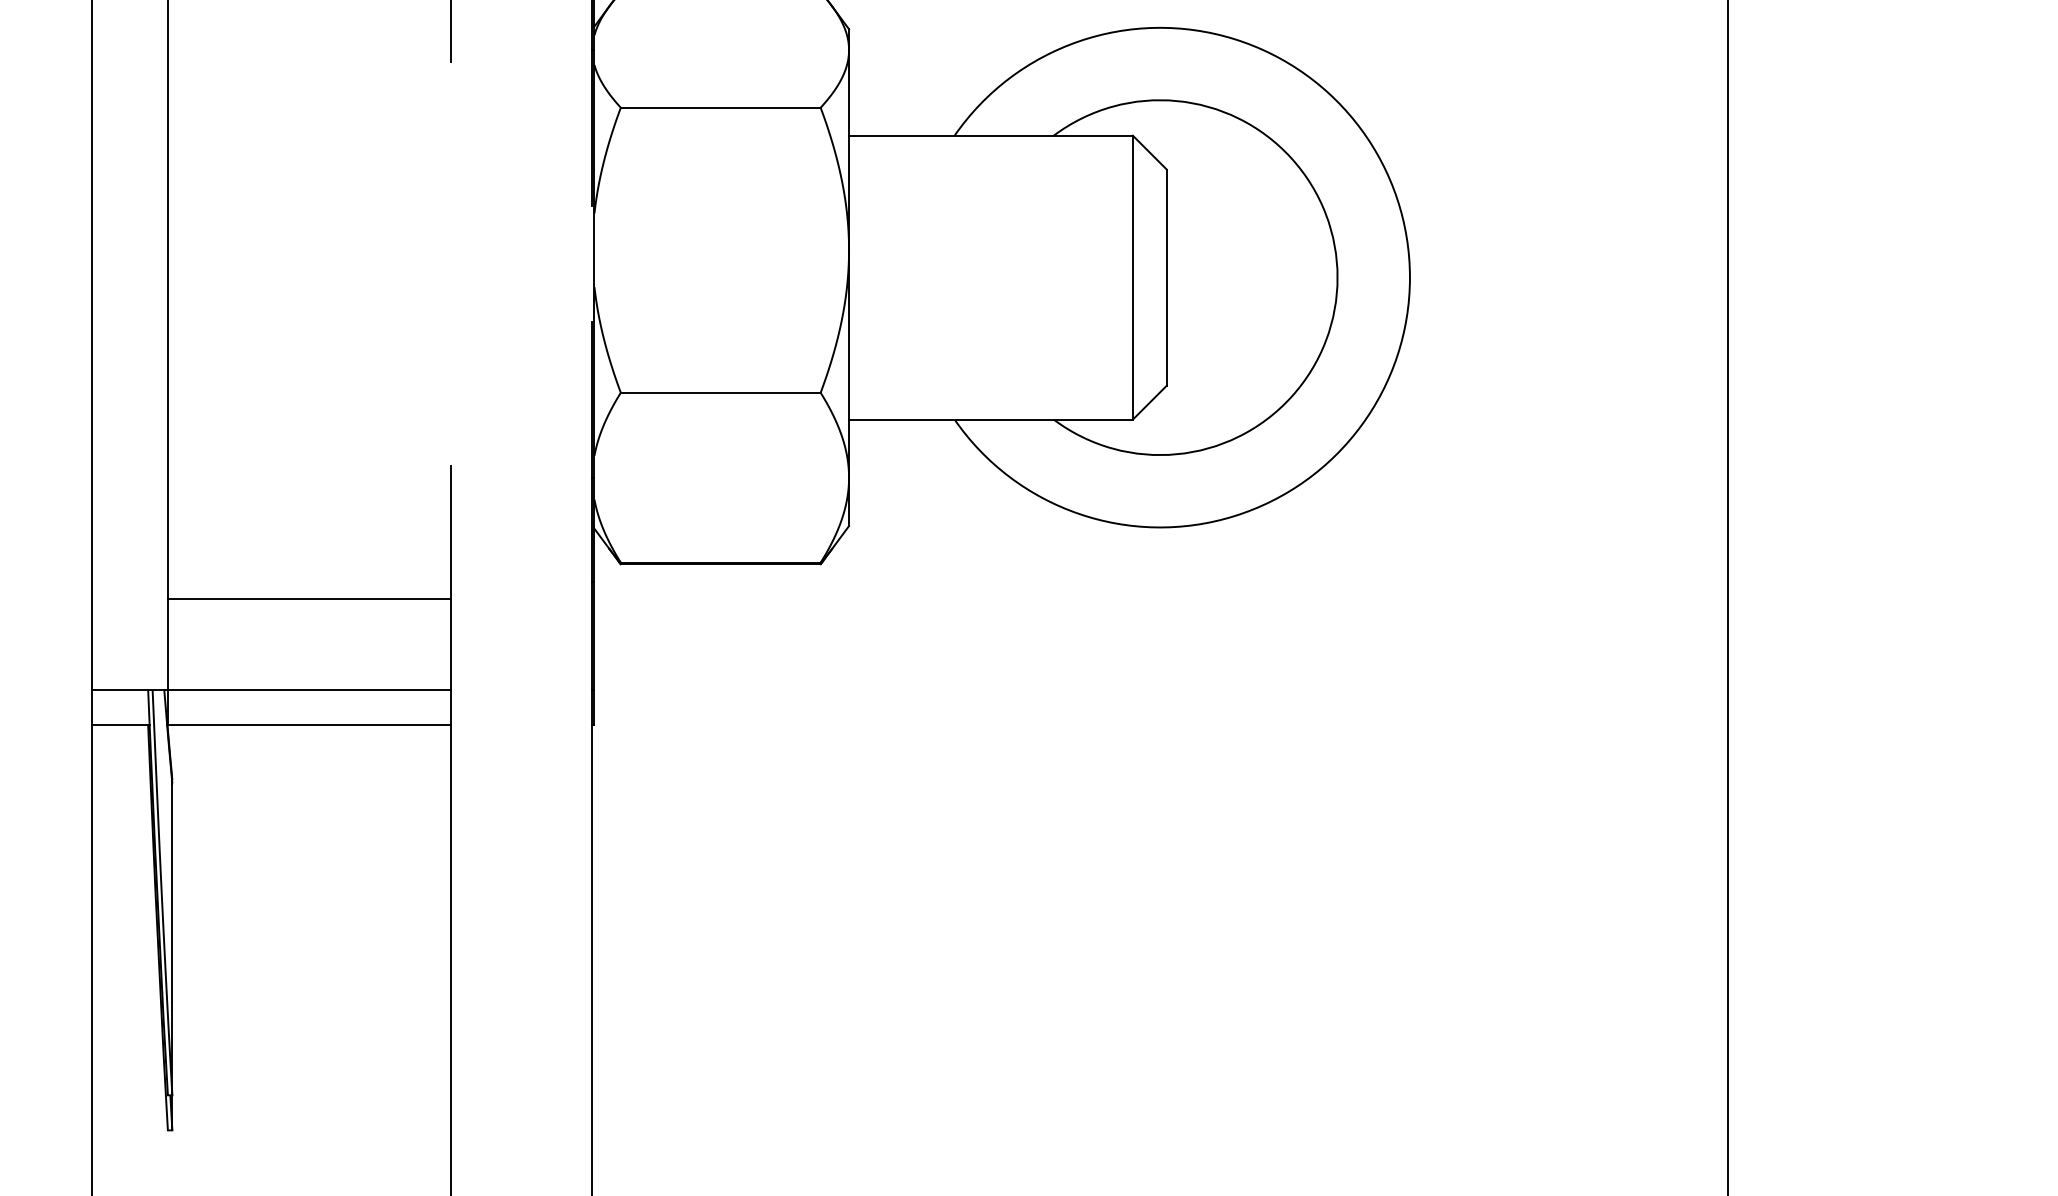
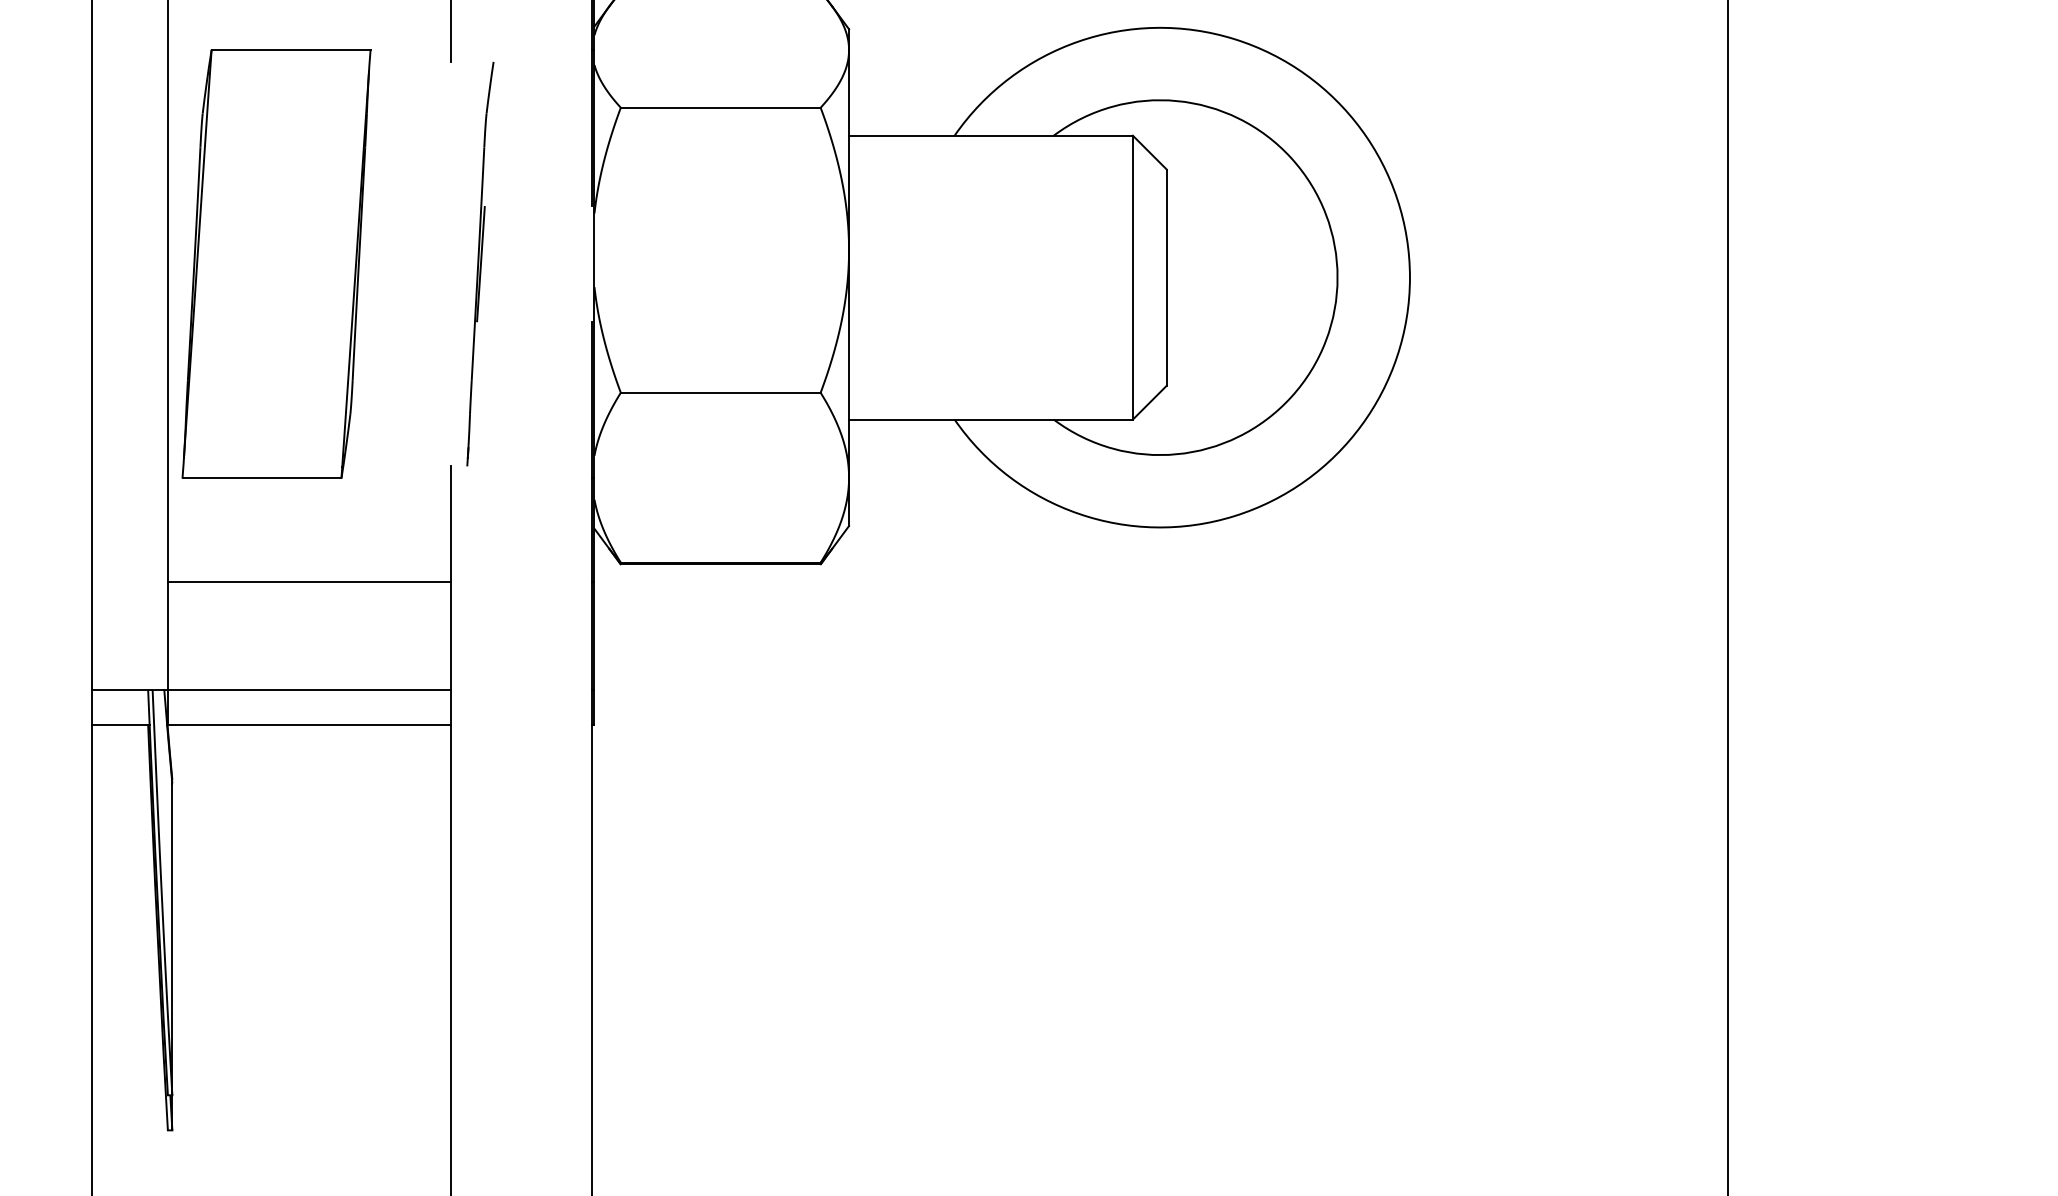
part at (276, 263): none -> present
part at (480, 264): none -> present
line at (309, 599) position: (309, 599) -> (309, 582)
